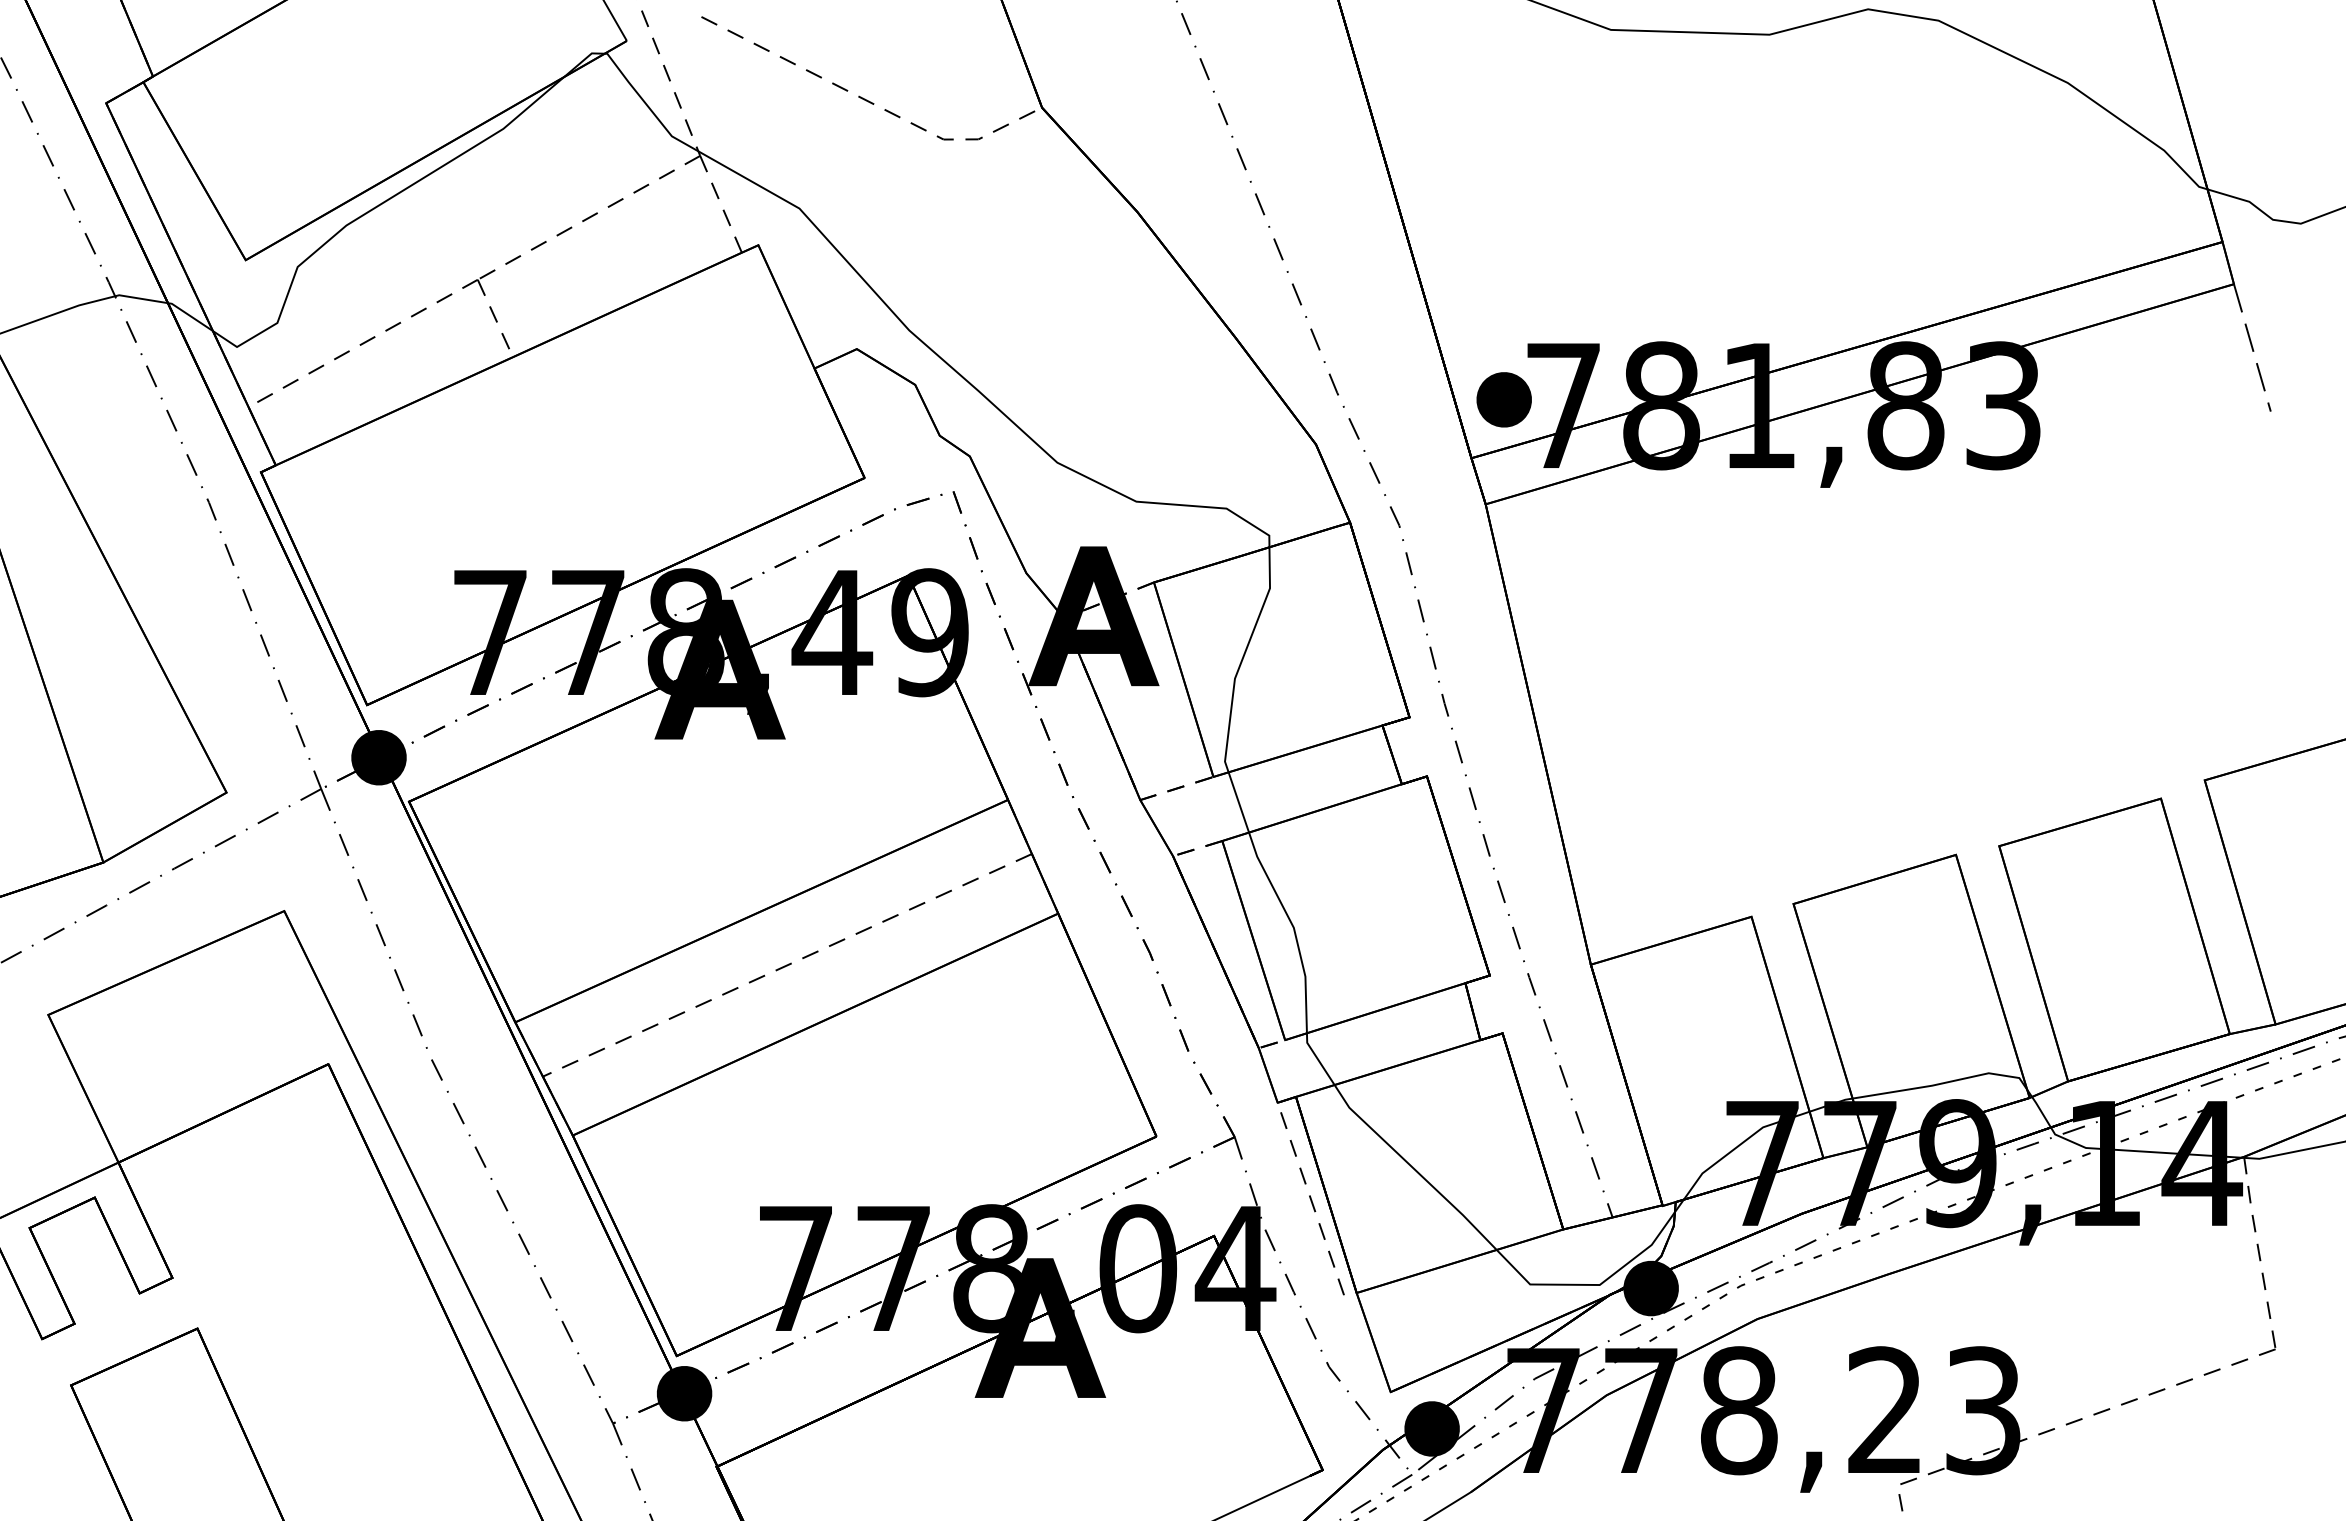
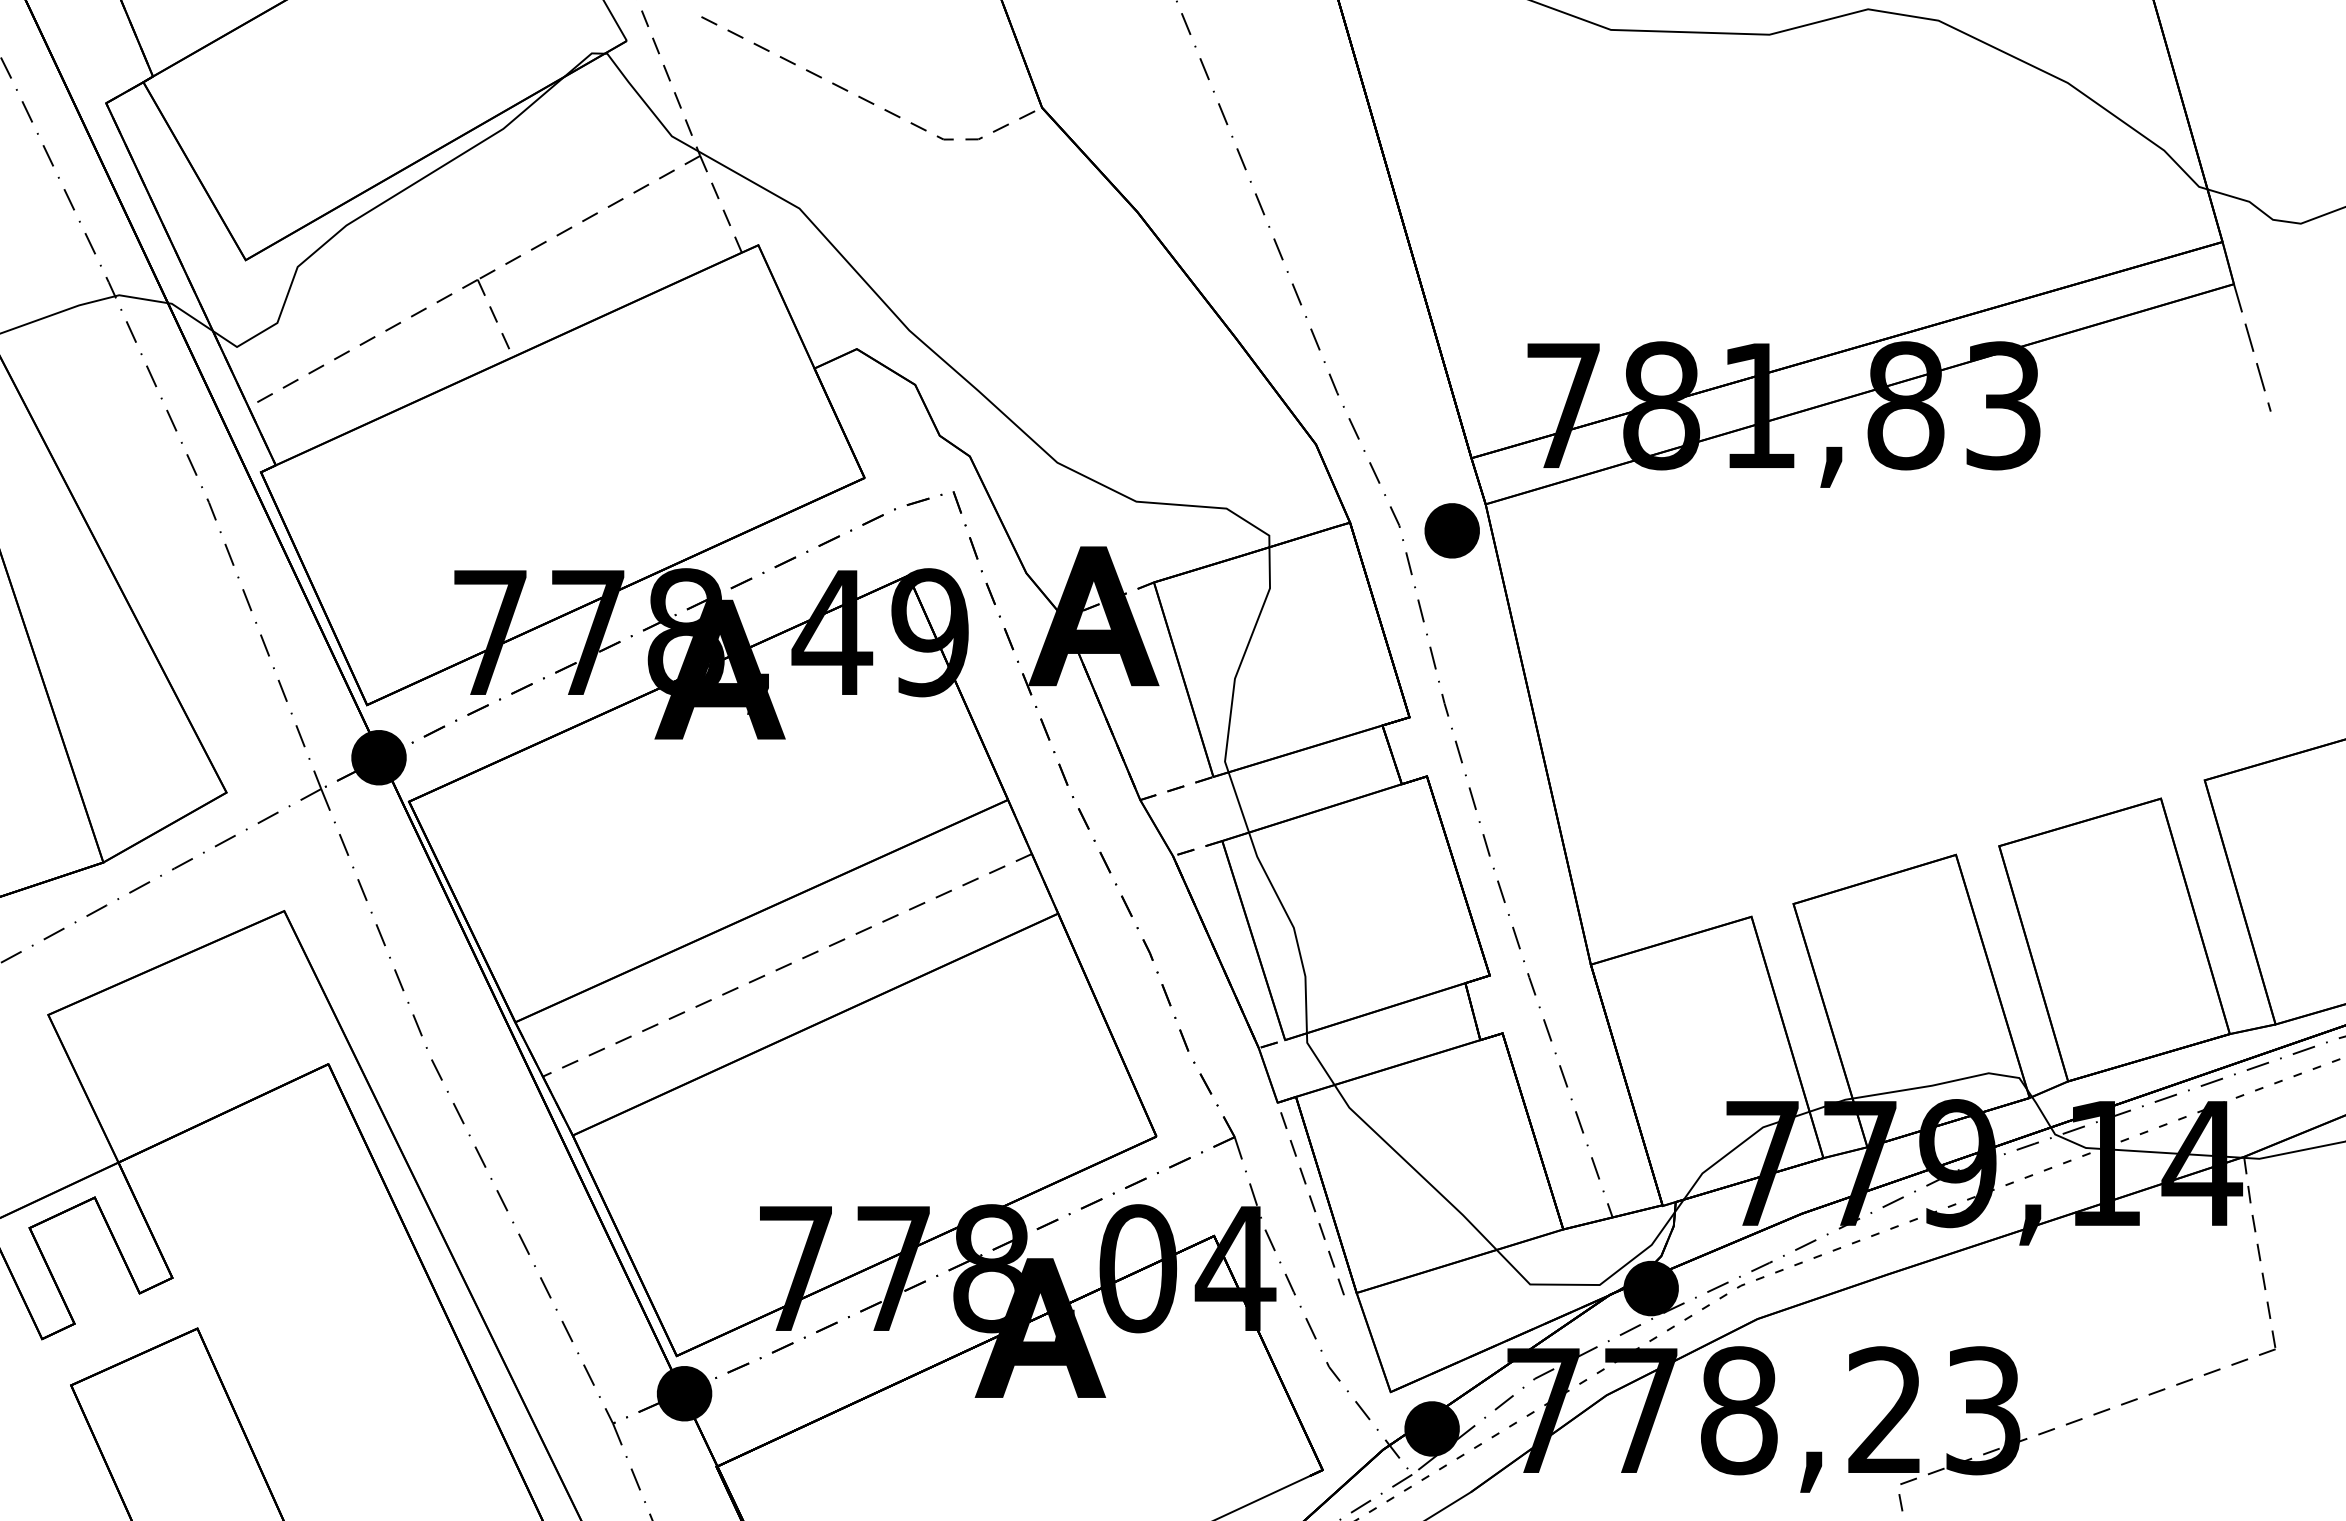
part at (1503, 399) position: (1503, 399) -> (1451, 530)
